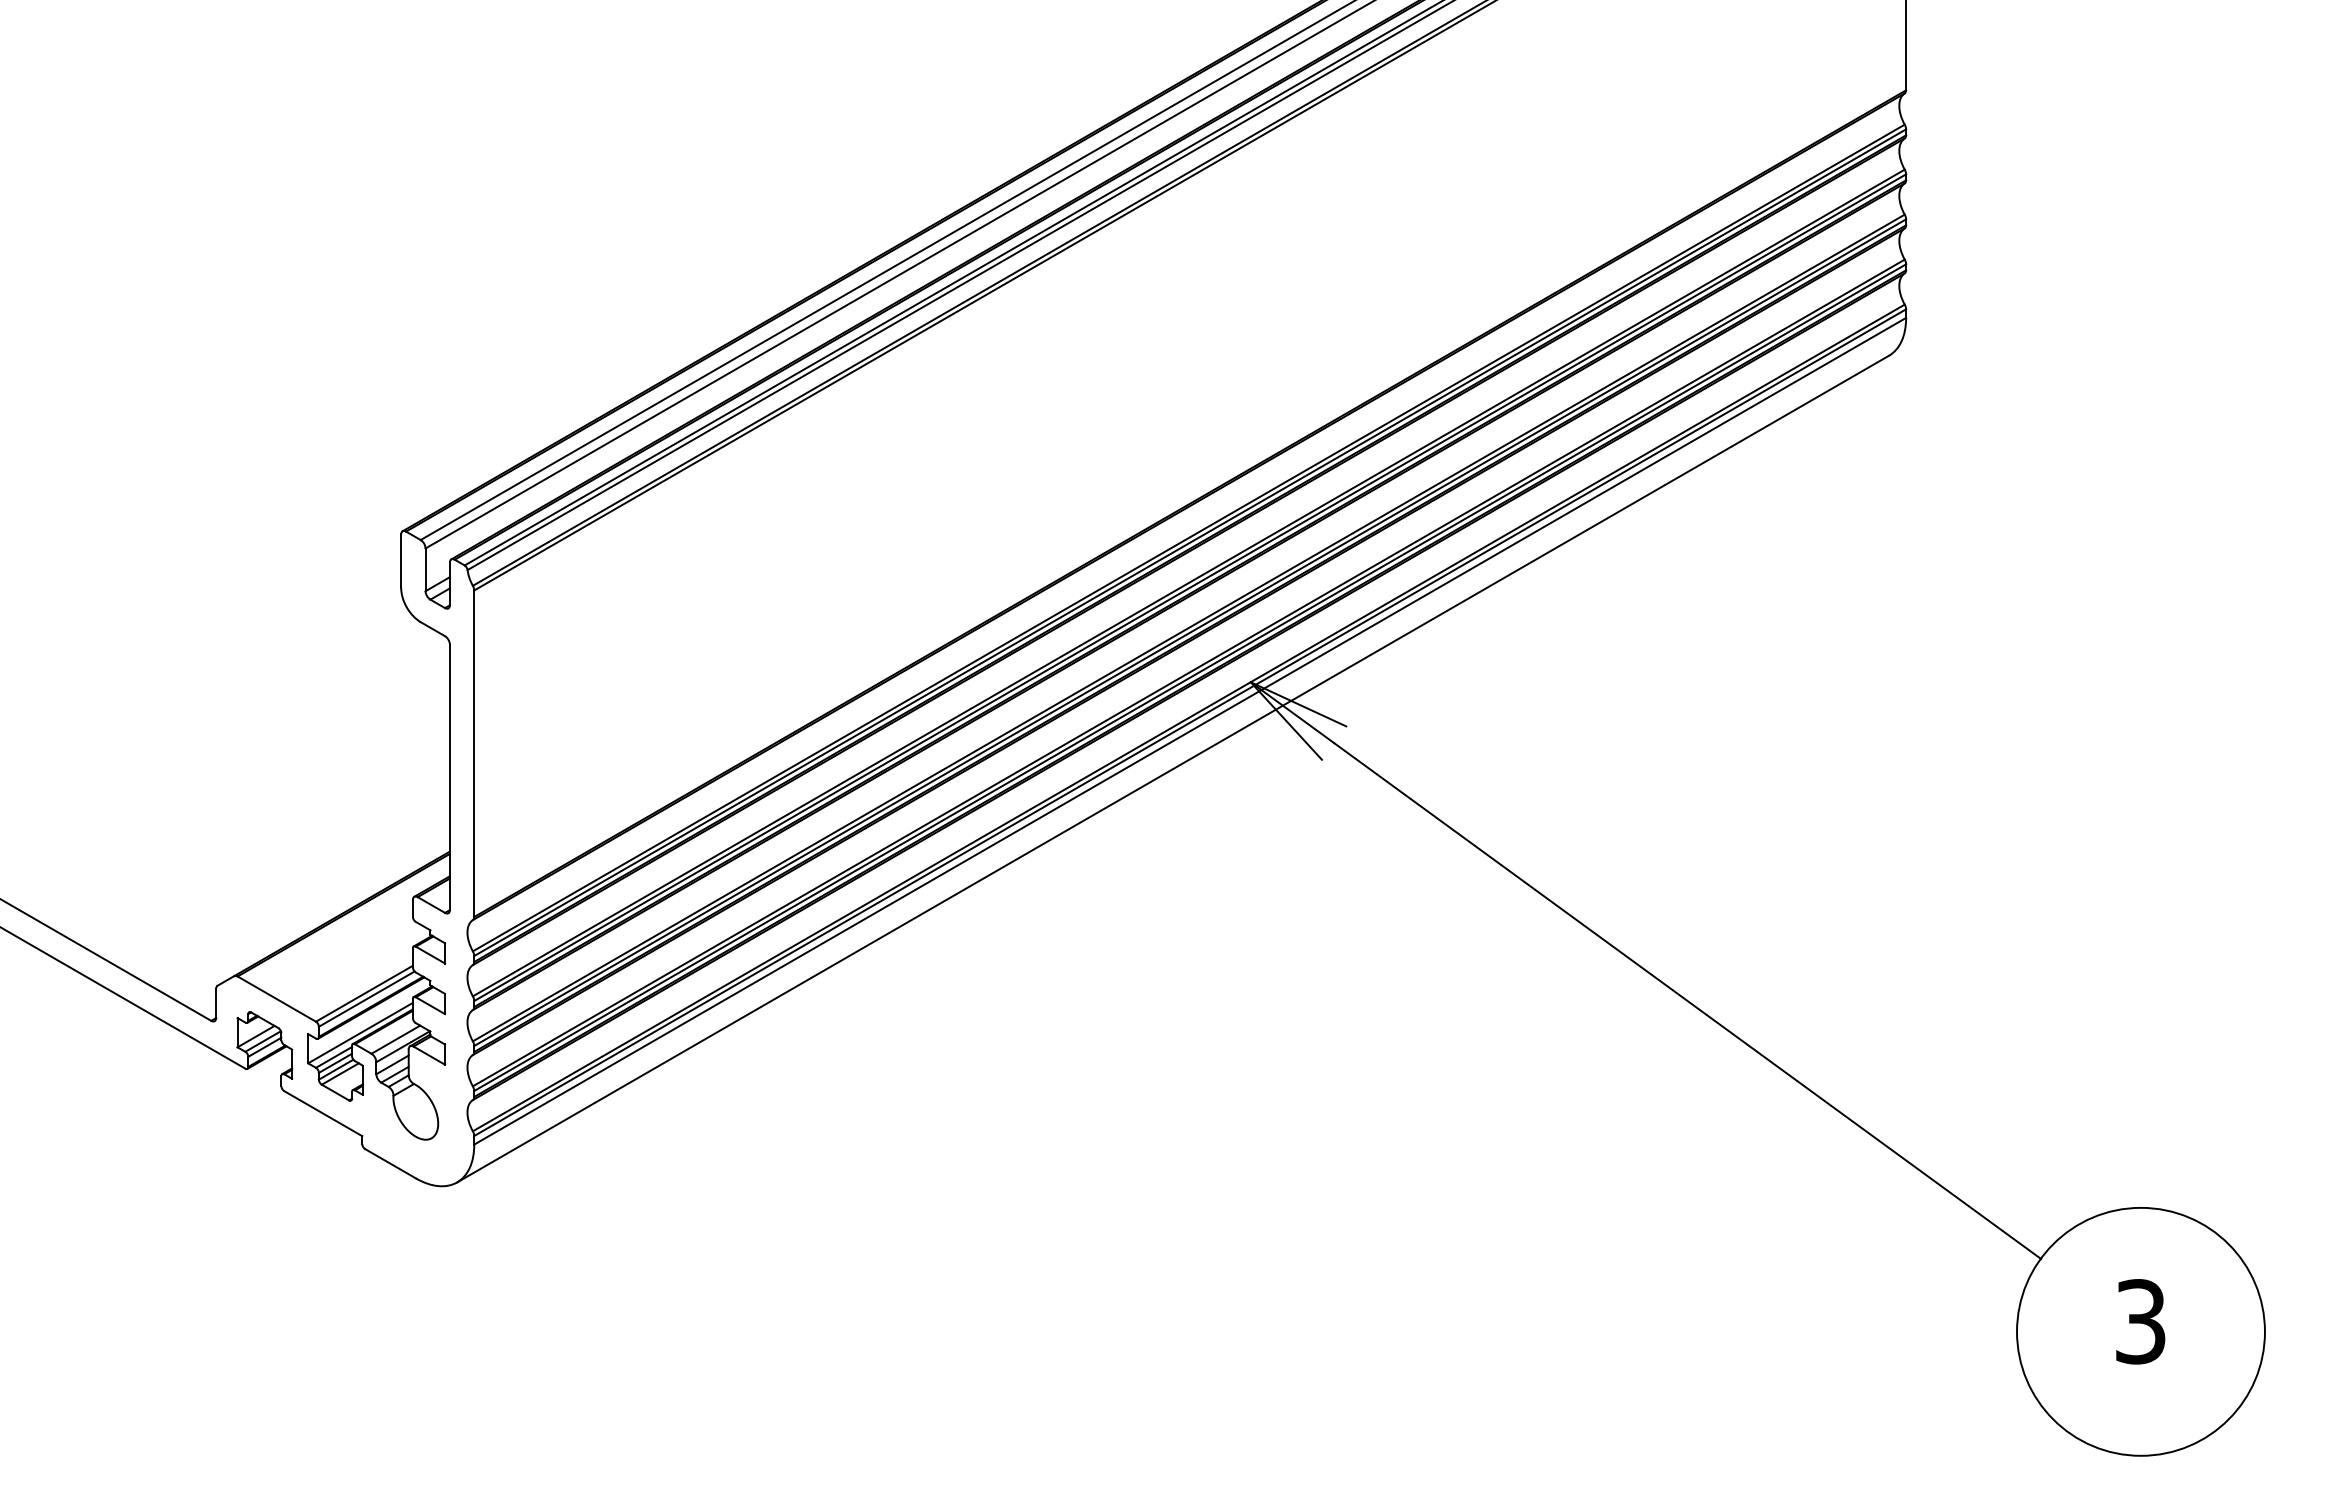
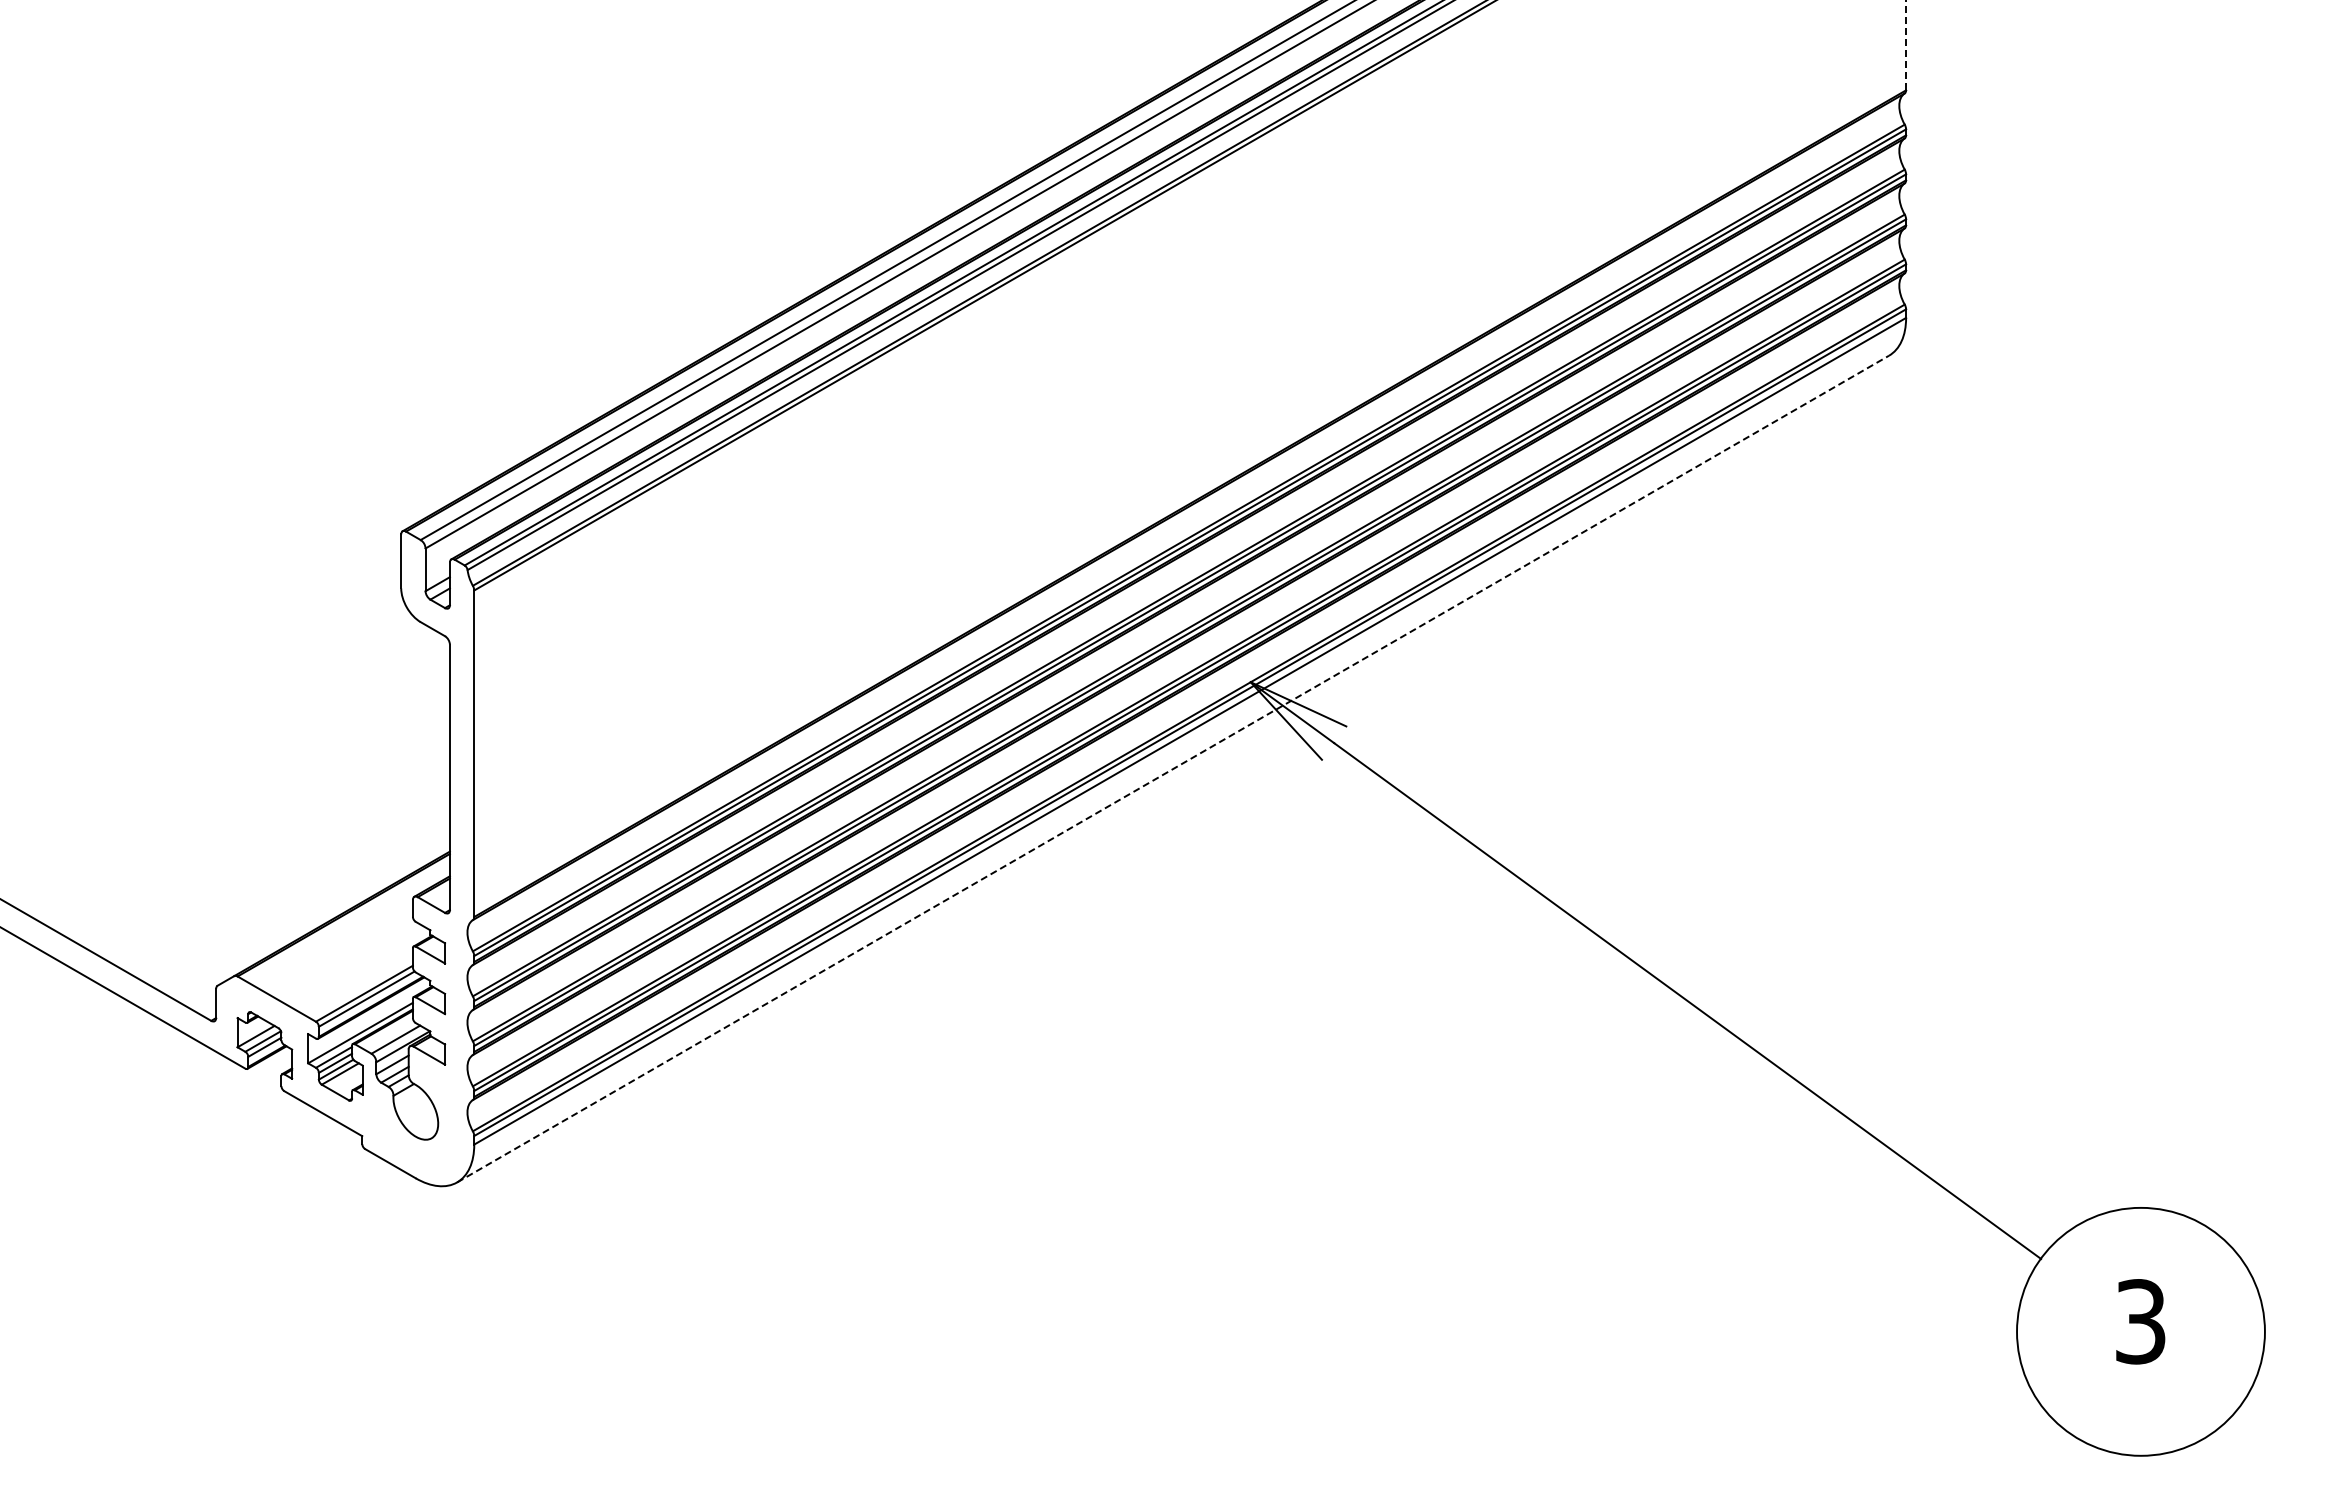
line at (1906, 45): solid -> dashed
line at (1173, 769): solid -> dashed
